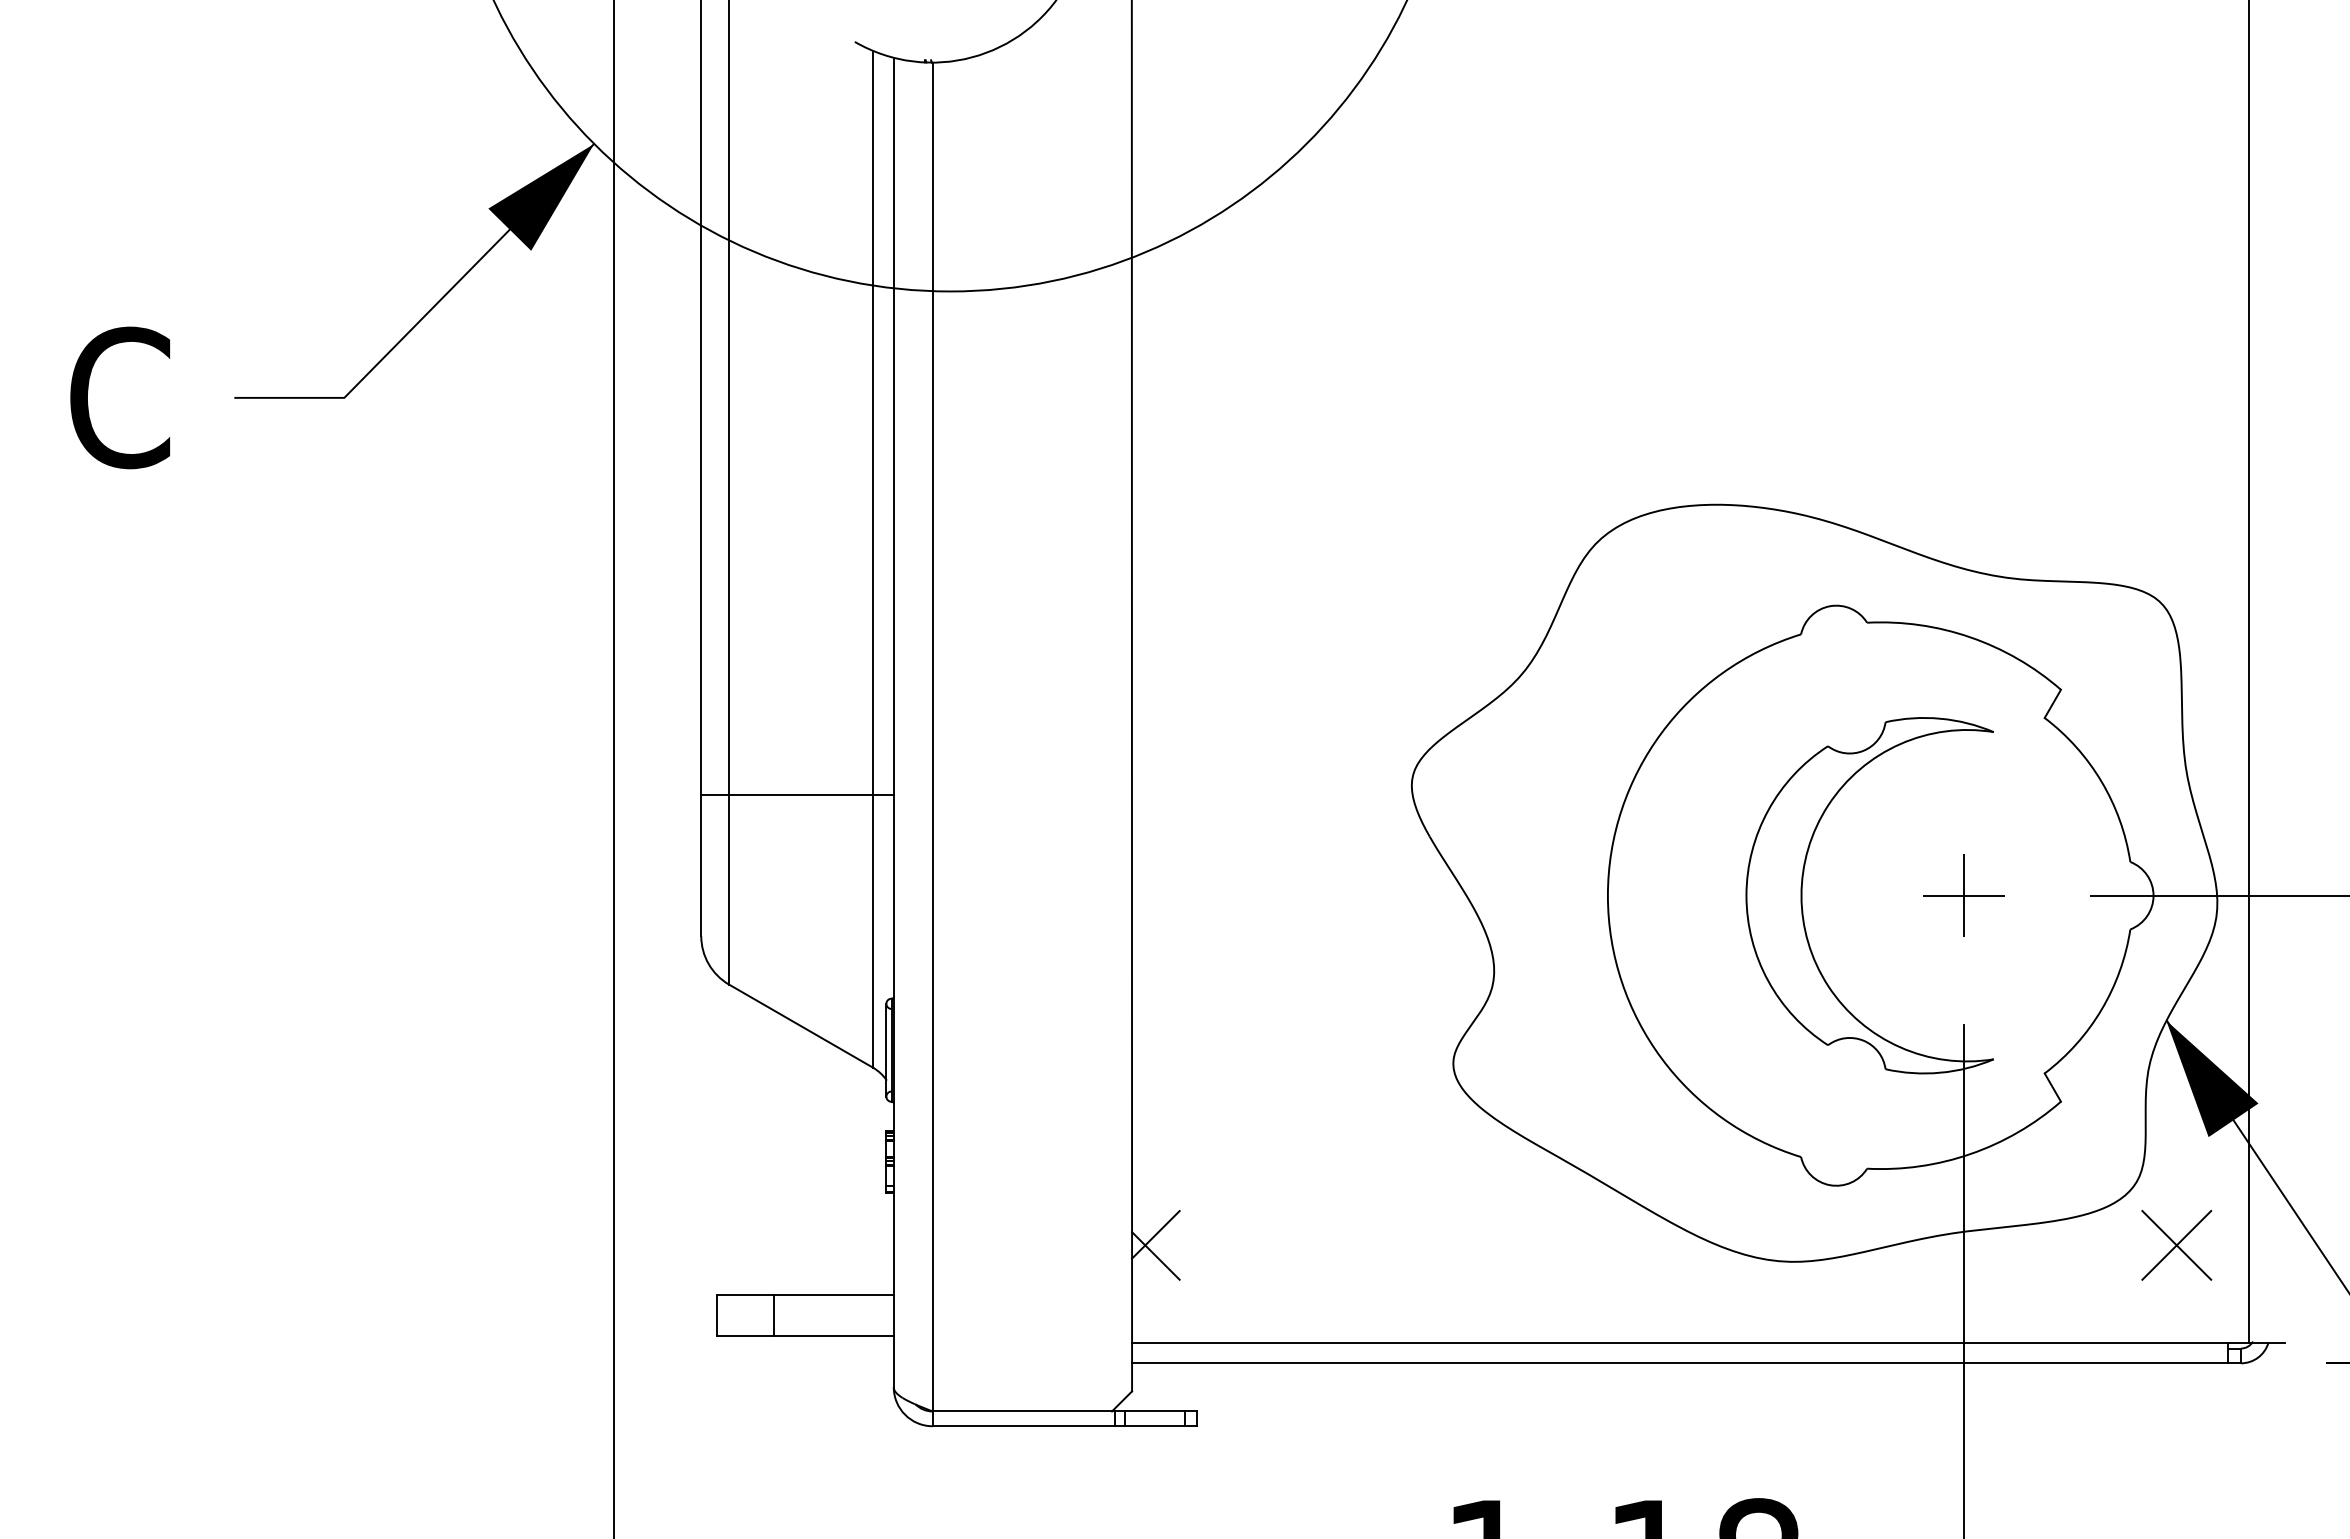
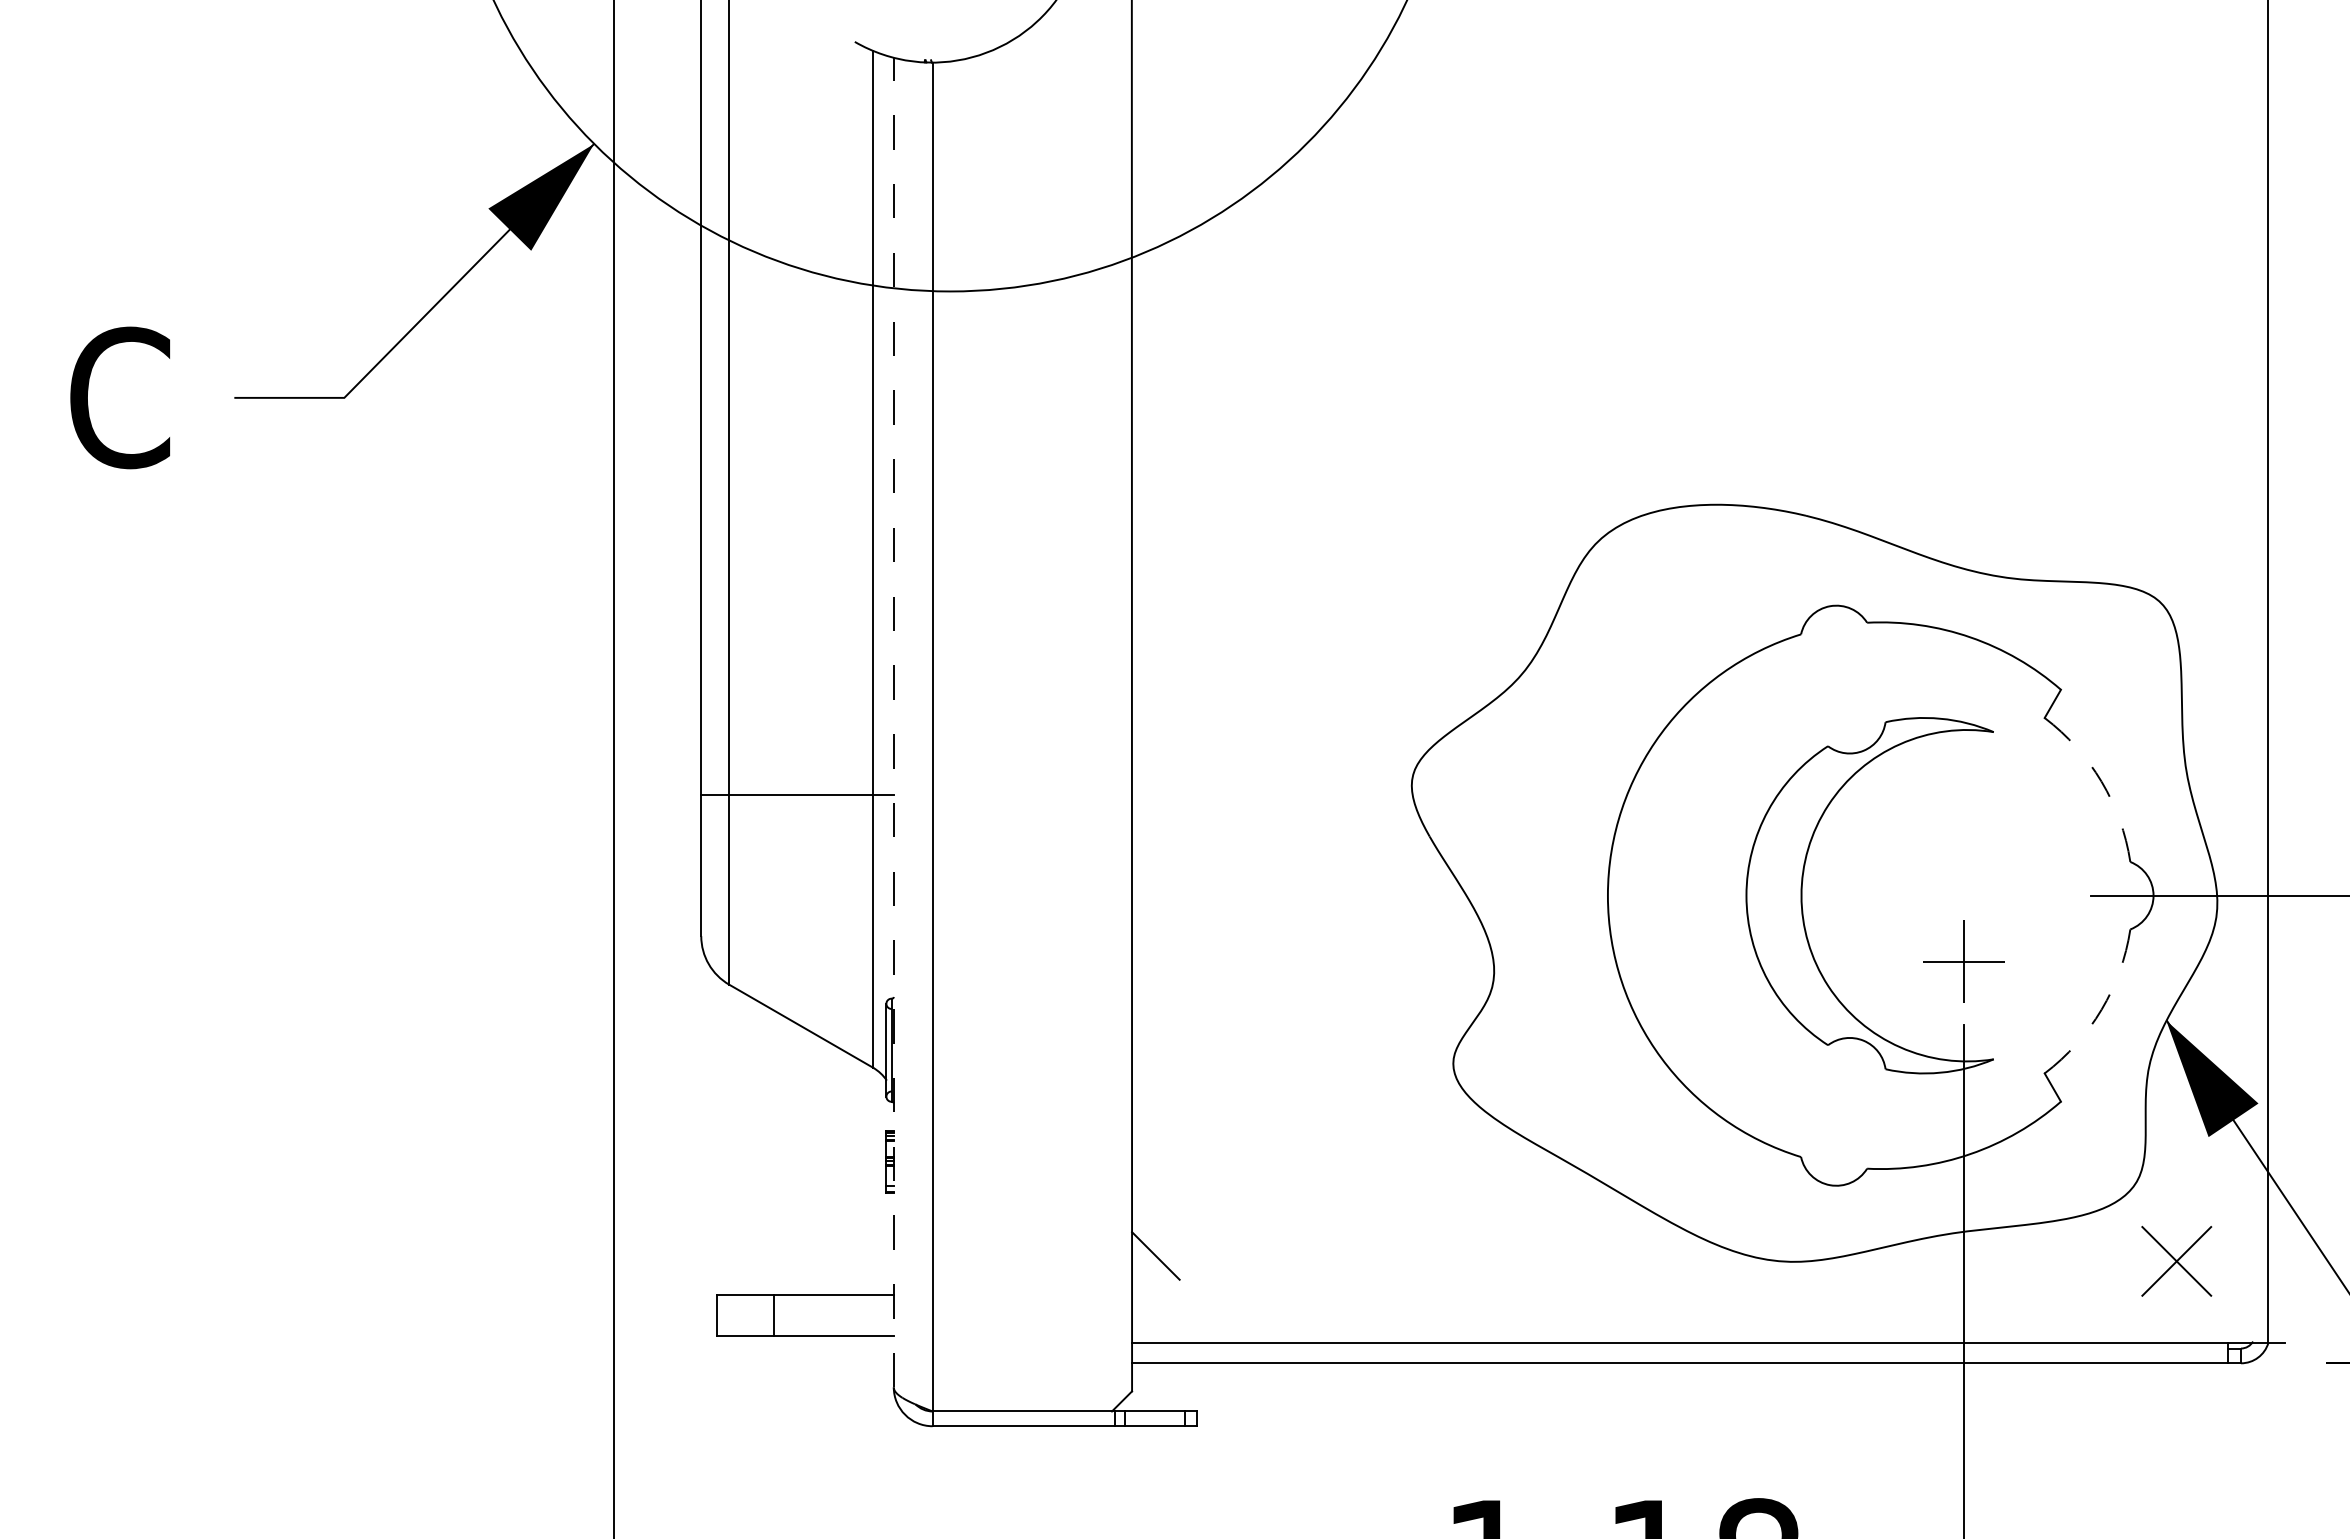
line at (2248, 672) position: (2248, 672) -> (2267, 672)
line at (893, 722): solid -> dashed
arc at (2101, 781): solid -> dashed
part at (1963, 895) position: (1963, 895) -> (1963, 961)
arc at (2101, 1009): solid -> dashed
line at (1155, 1234): present -> none
part at (2176, 1245) position: (2176, 1245) -> (2176, 1261)
